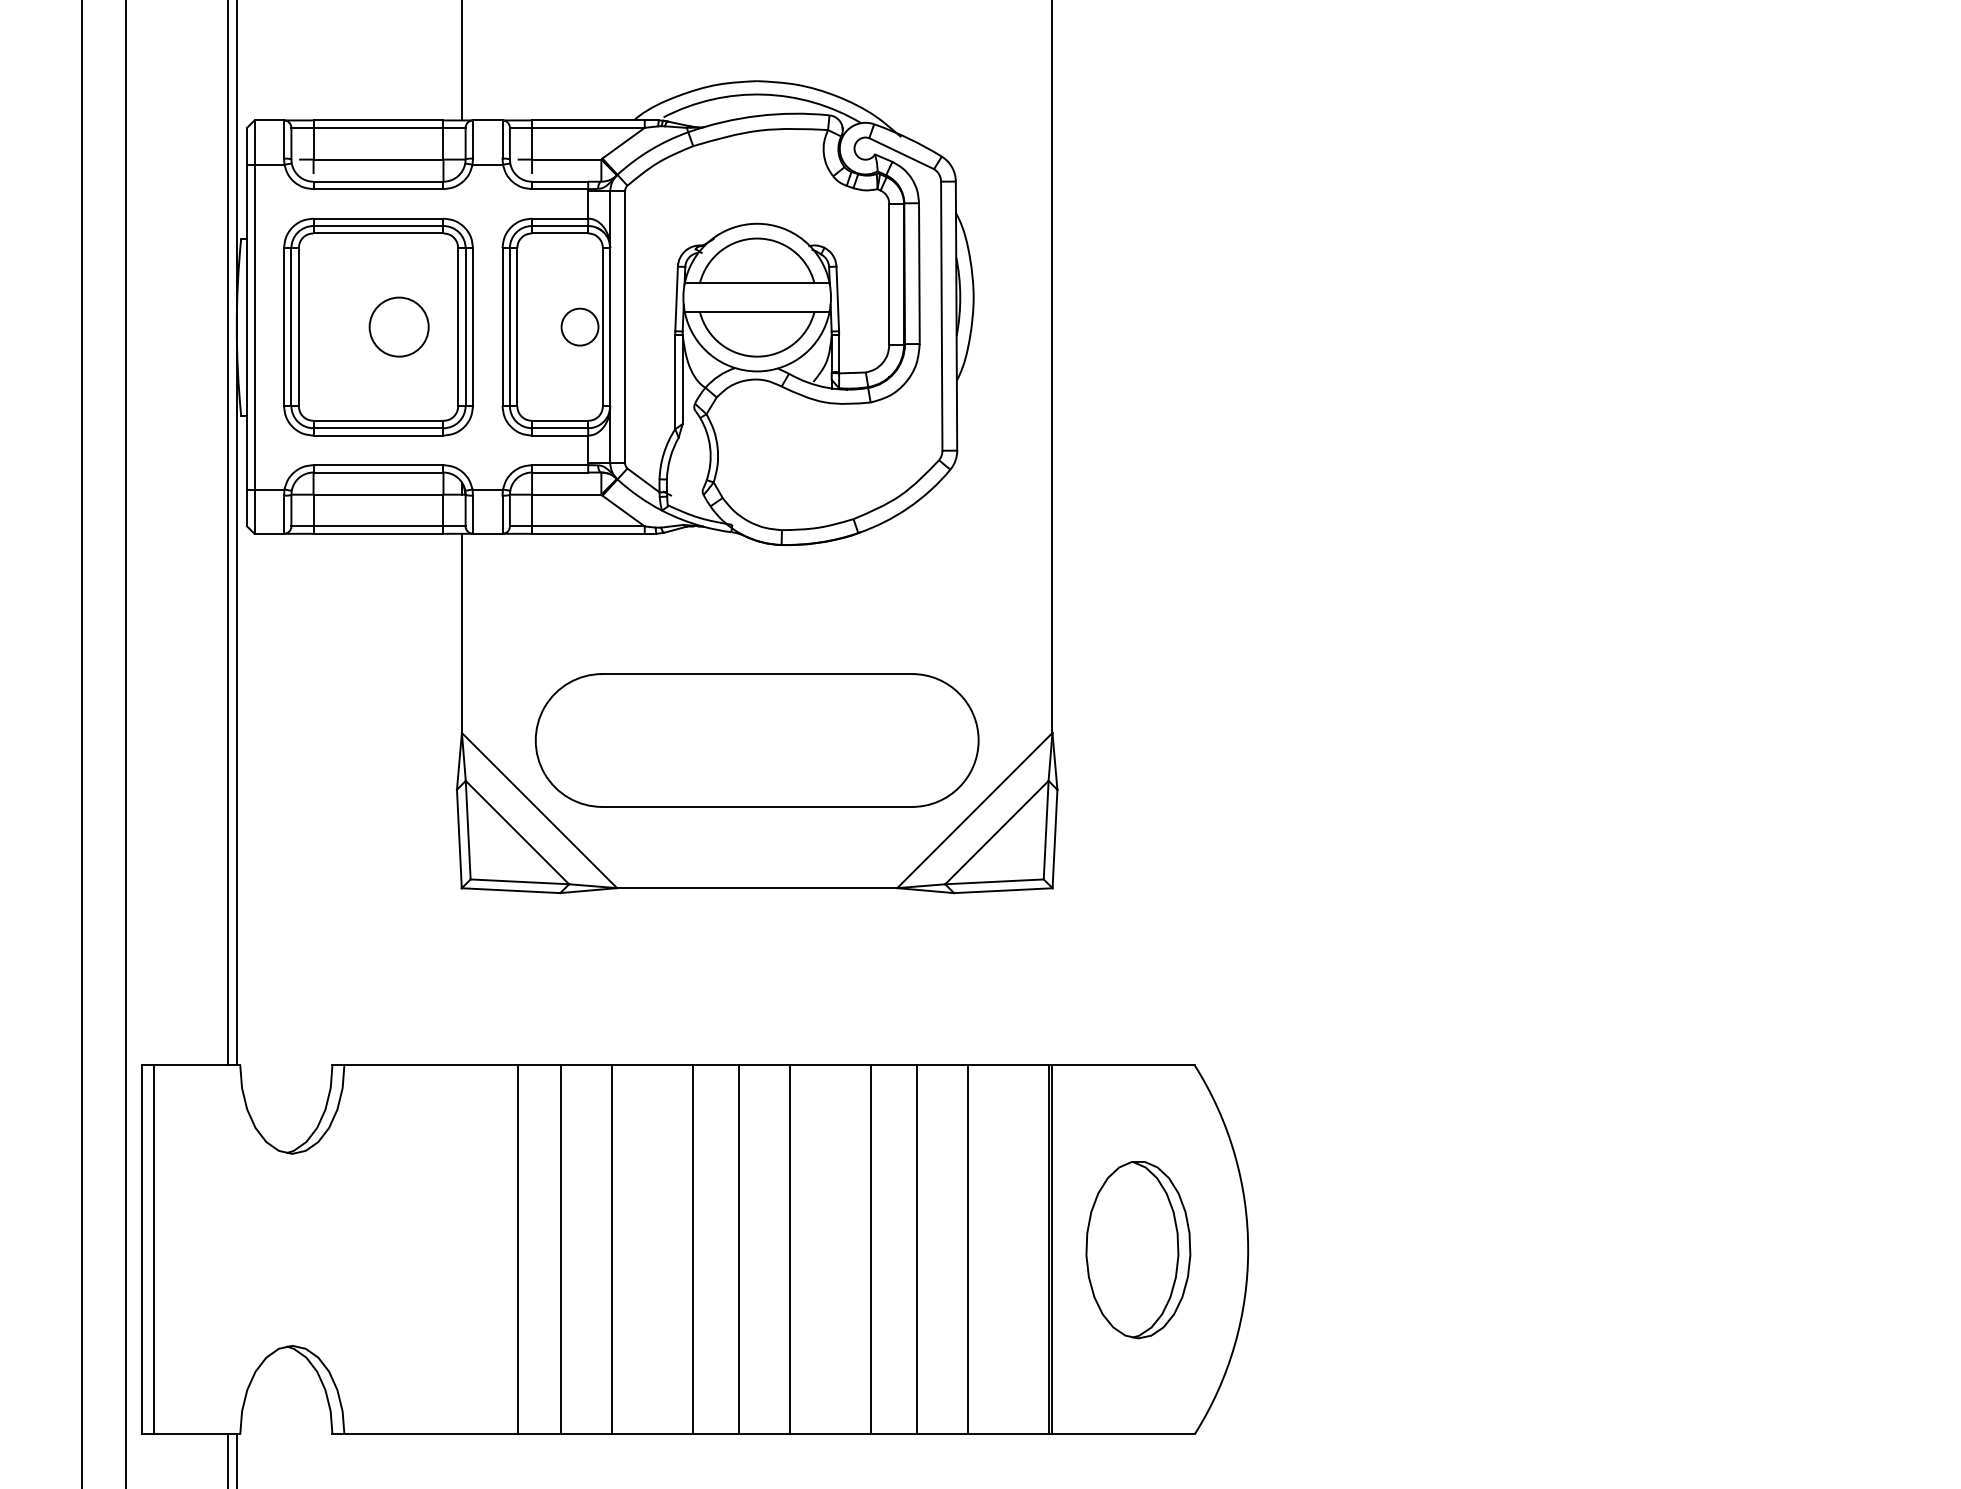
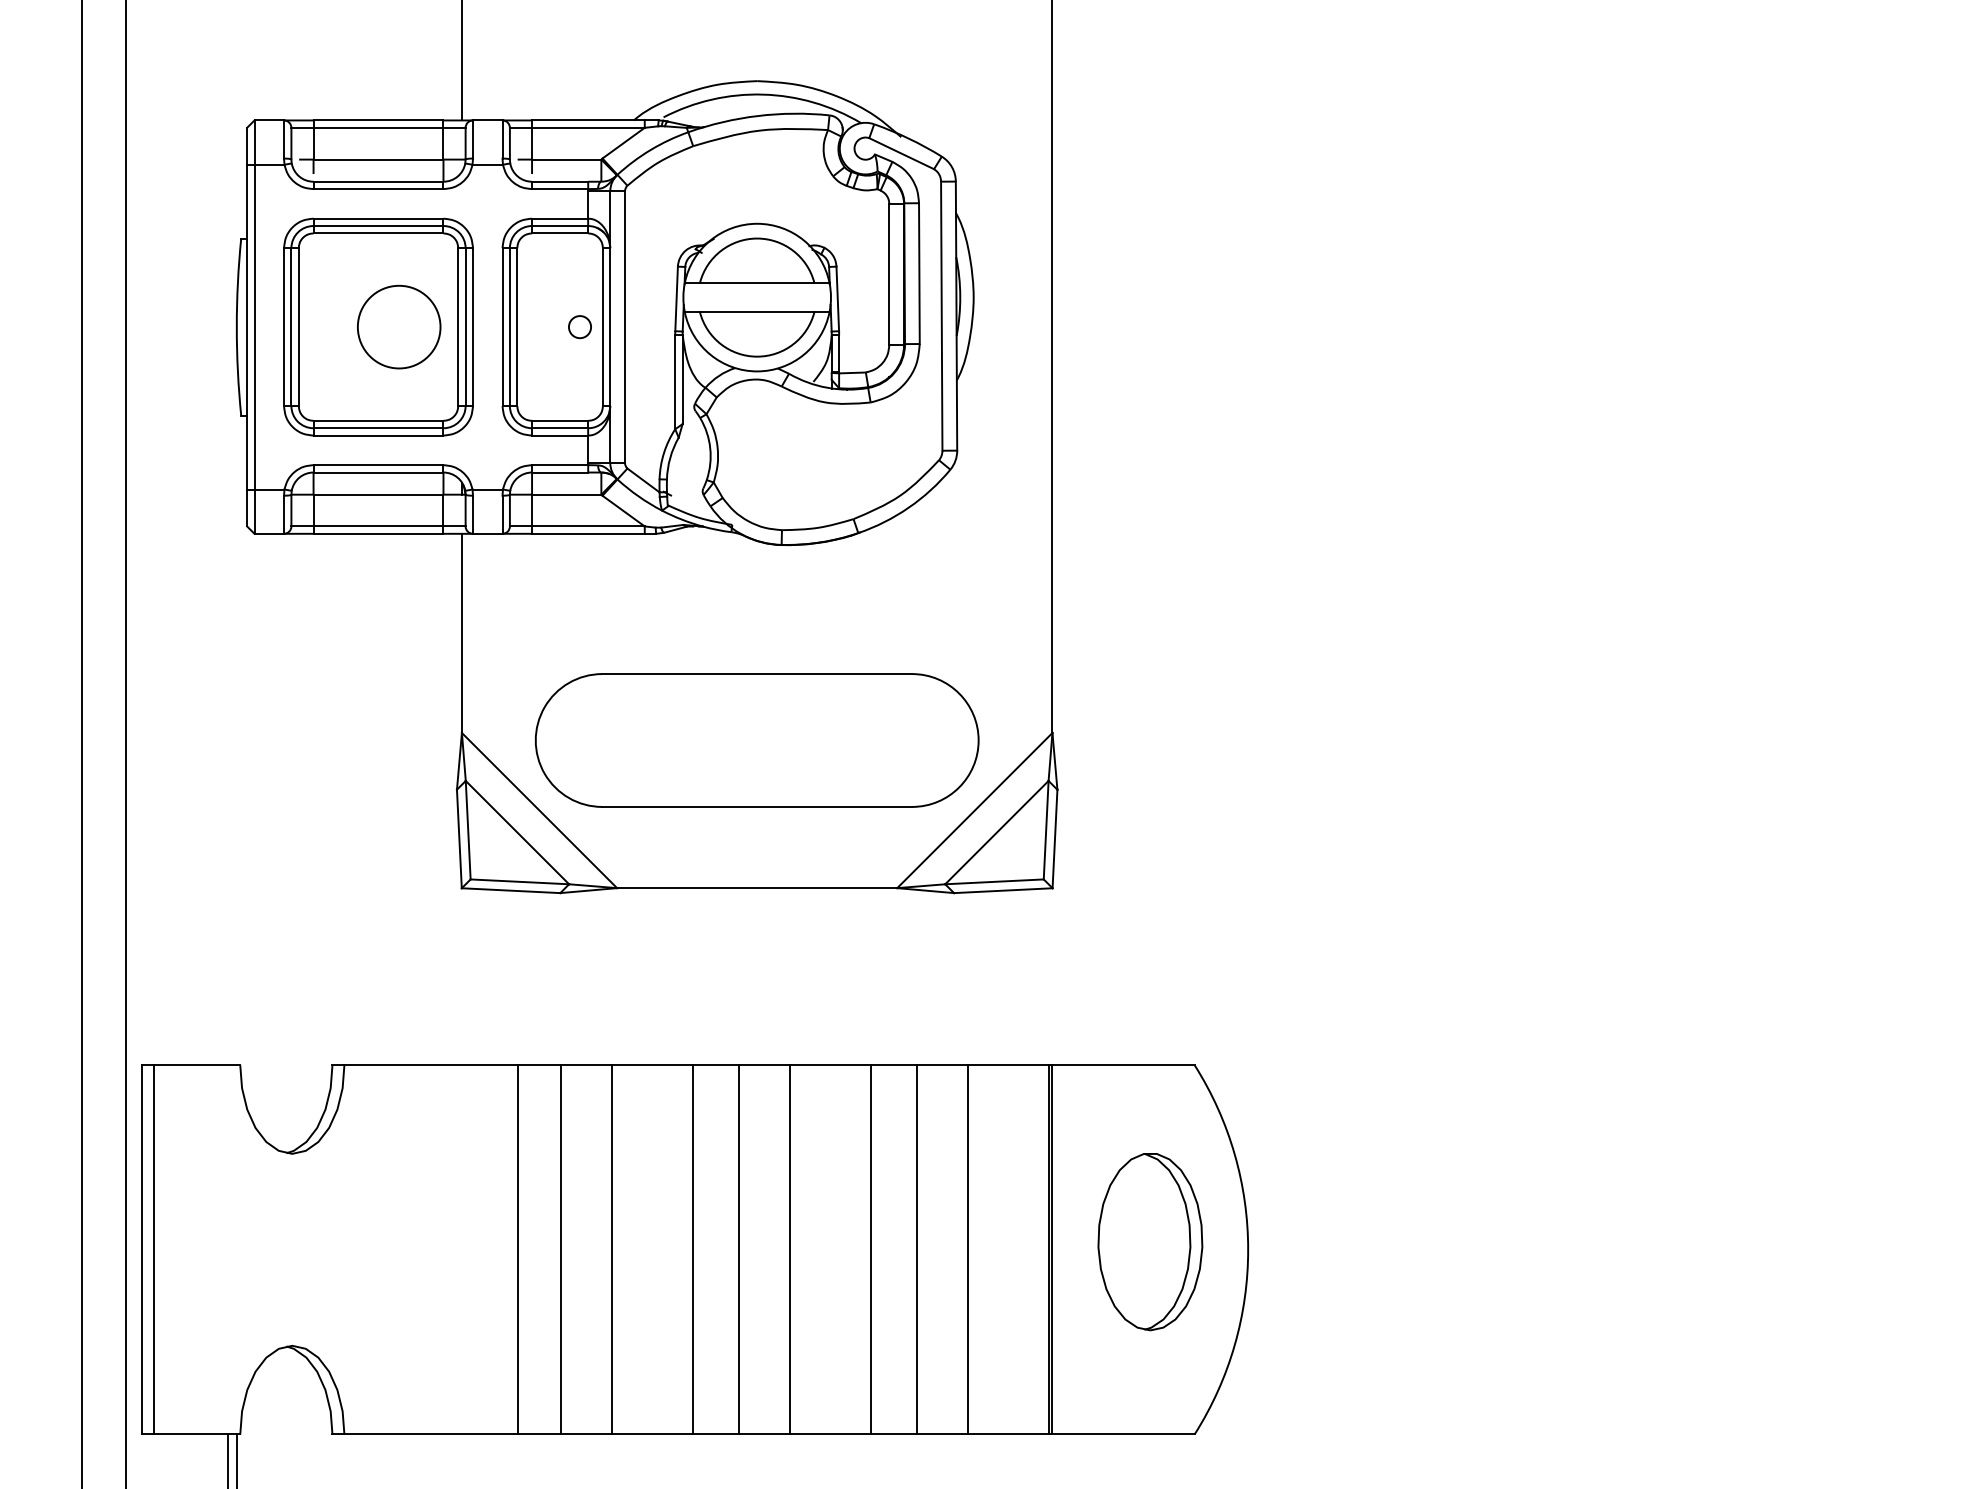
circle at (398, 326) diameter: 59 px -> 83 px
circle at (579, 326) diameter: 37 px -> 22 px
line at (228, 533): present -> none
line at (236, 533): present -> none
part at (1138, 1250) position: (1138, 1250) -> (1150, 1242)
